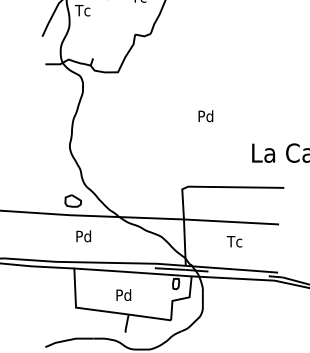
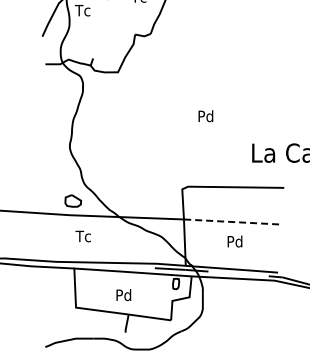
line at (231, 221): solid -> dashed
text at (83, 236): Pd -> Tc
text at (234, 241): Tc -> Pd
